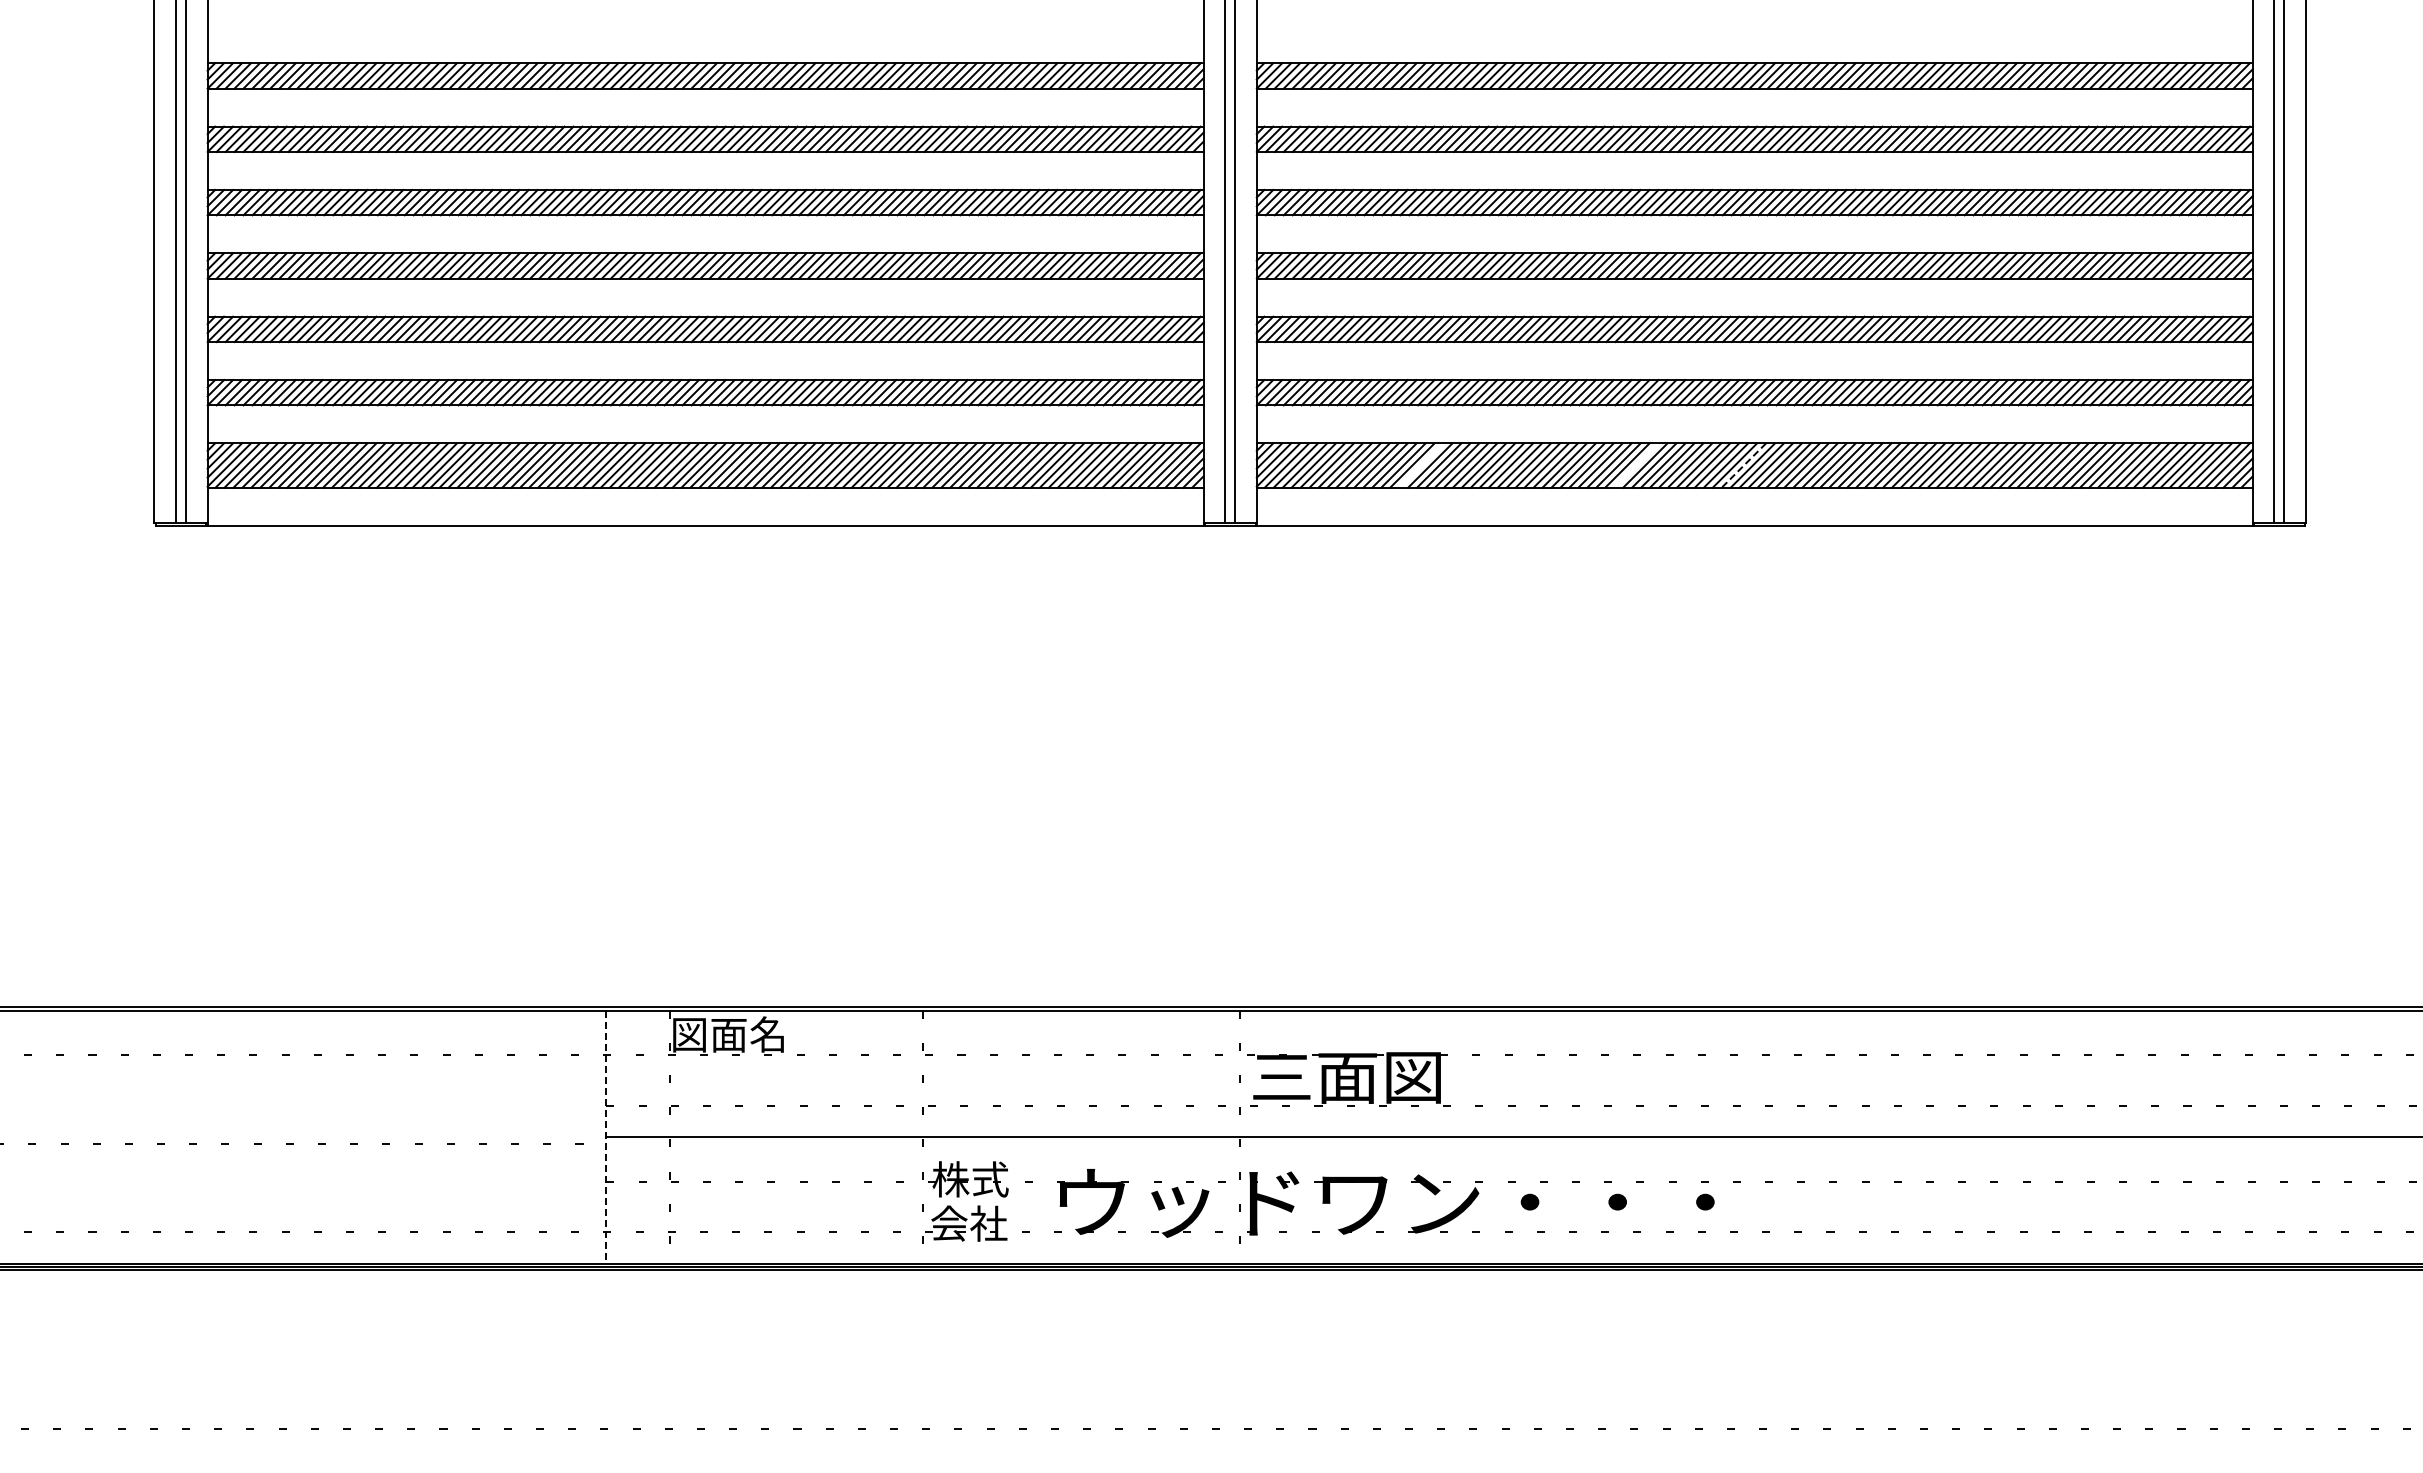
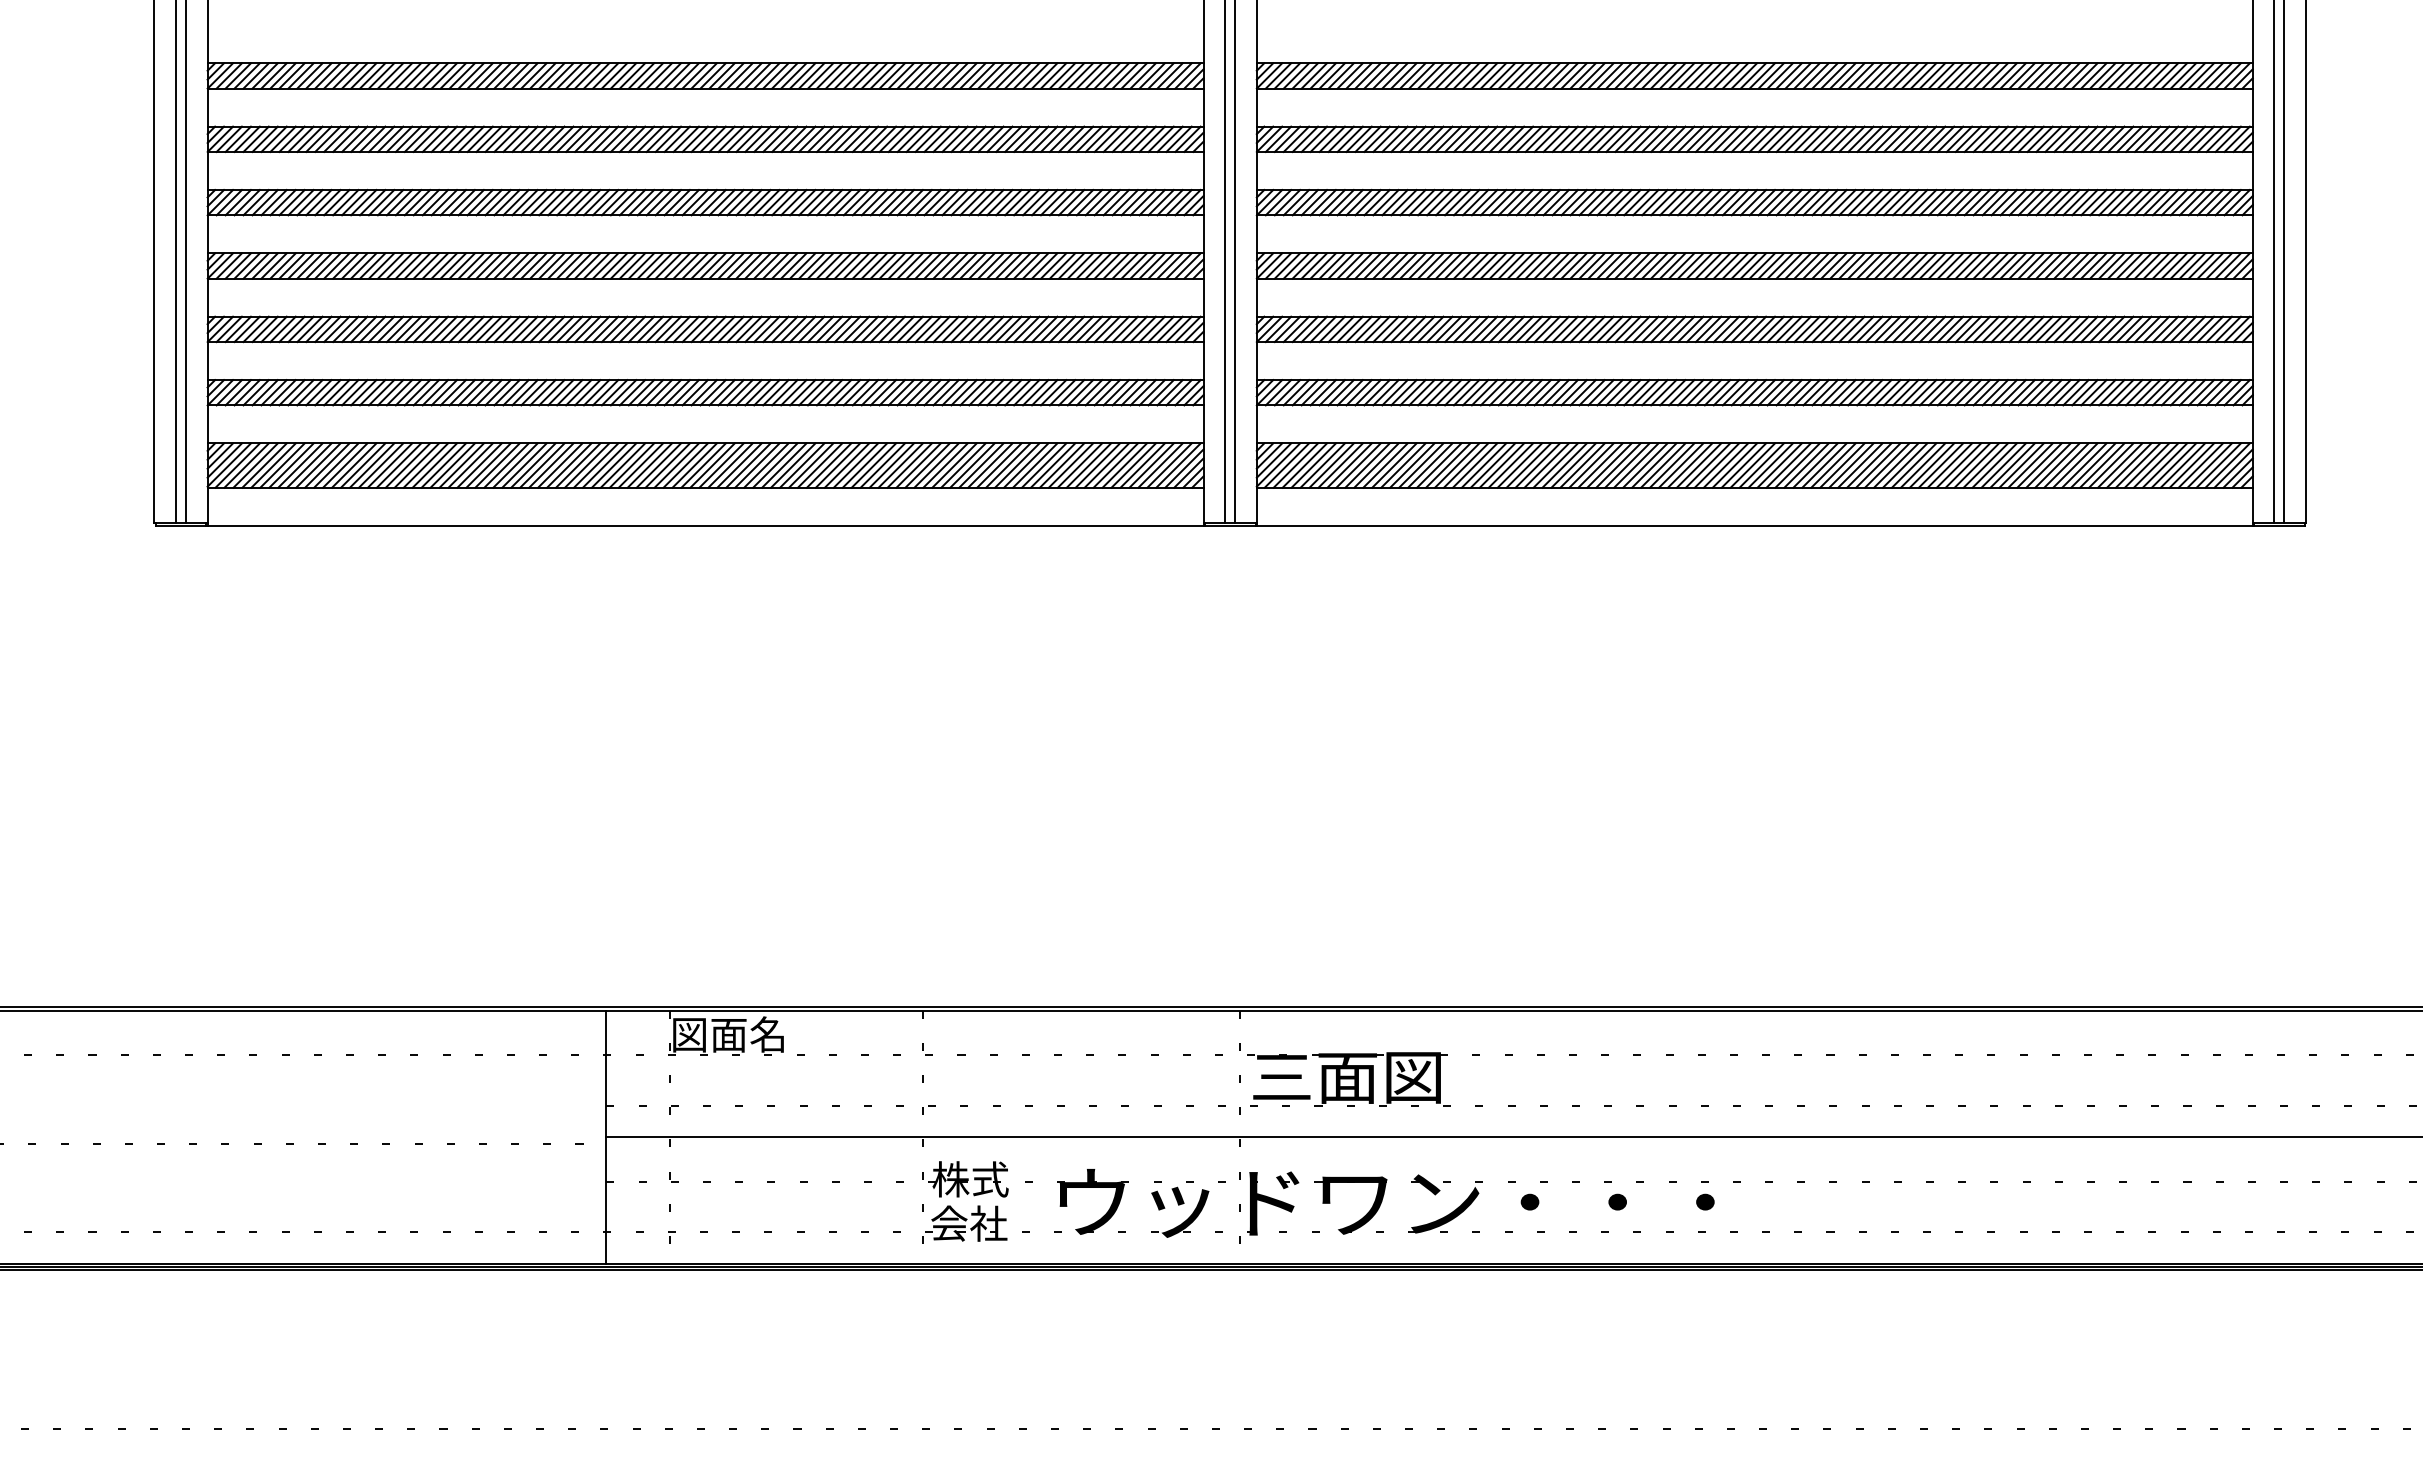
line at (1421, 465): none -> present
line at (1636, 465): none -> present
line at (1743, 465): dashed -> solid
line at (606, 1137): dashed -> solid
